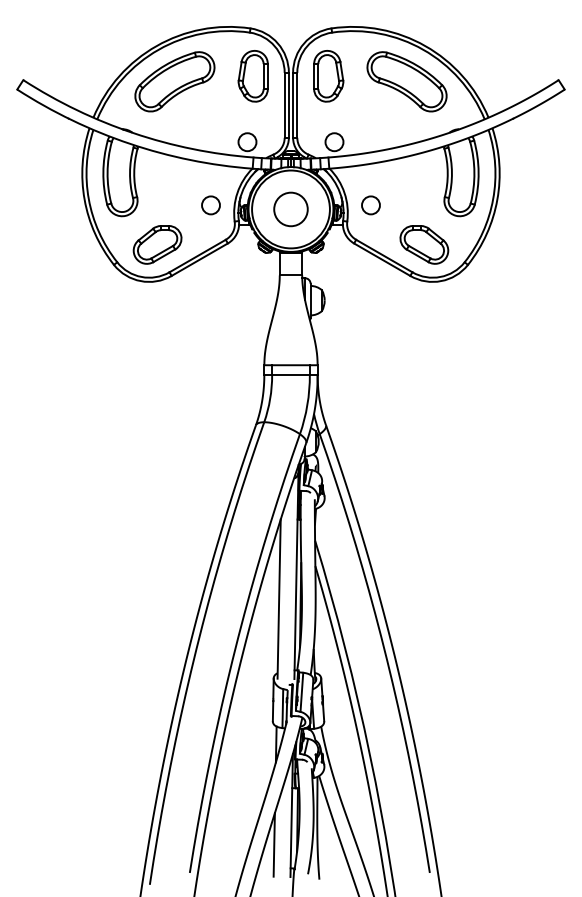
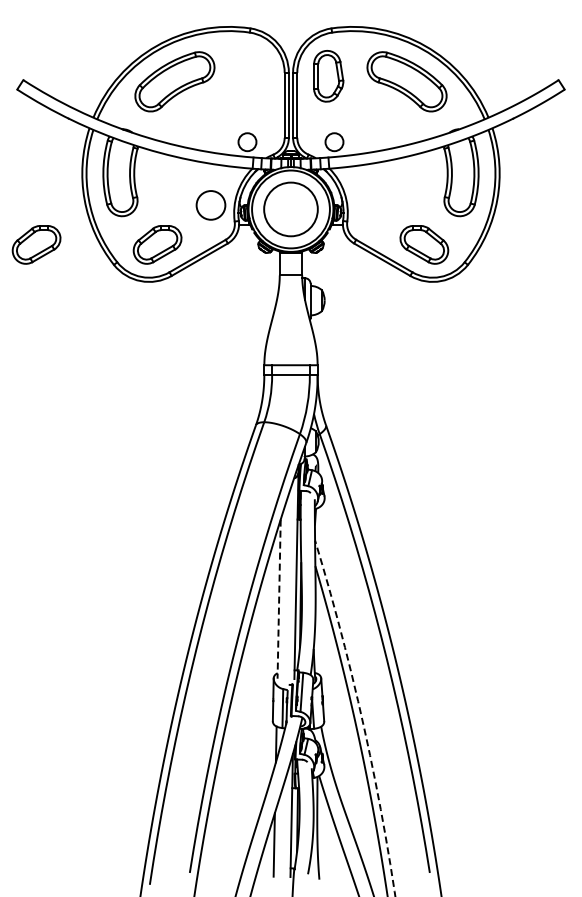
part at (252, 76): present -> none
circle at (210, 205) diameter: 18 px -> 29 px
circle at (370, 205): present -> none
circle at (290, 209) diameter: 34 px -> 54 px
part at (36, 244): none -> present
line at (279, 599): solid -> dashed
arc at (361, 717): solid -> dashed
